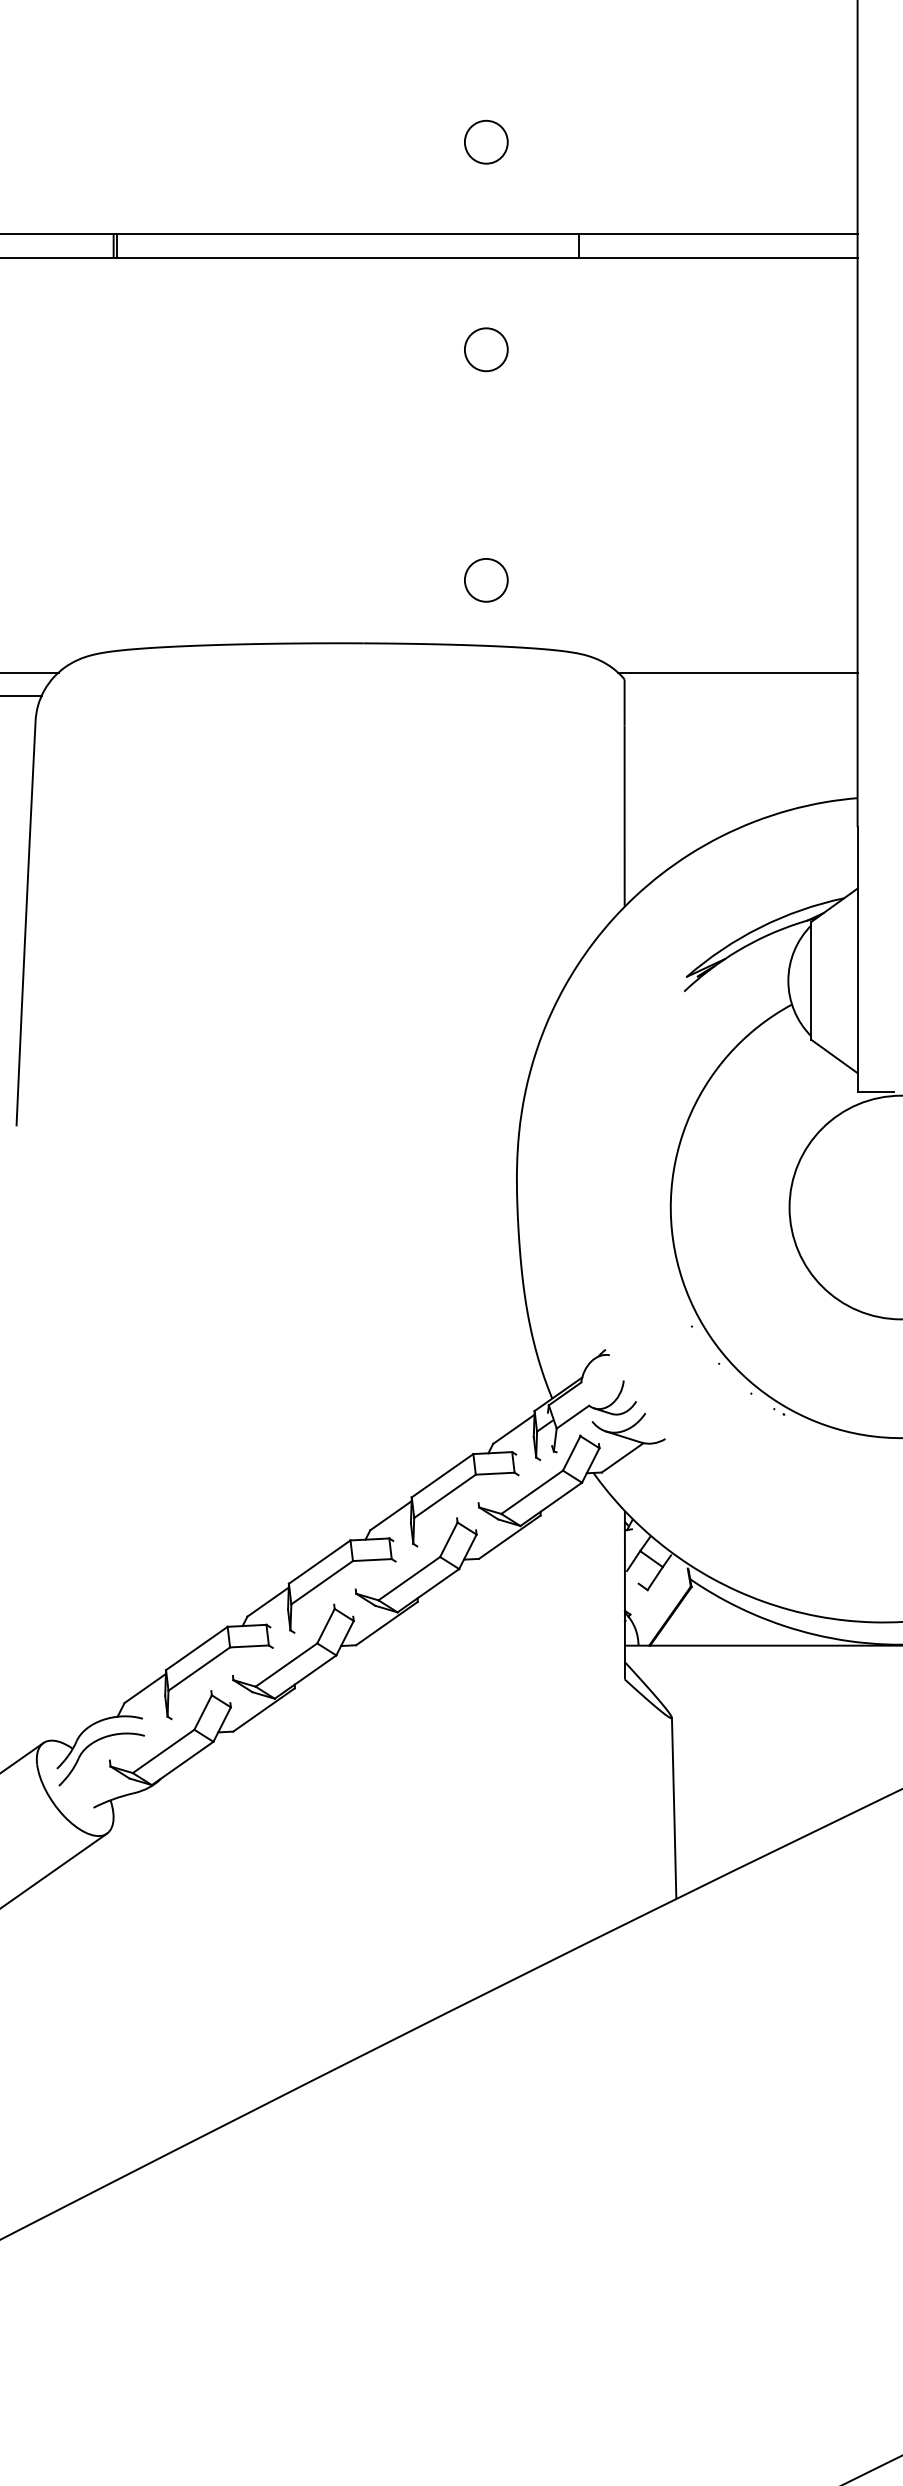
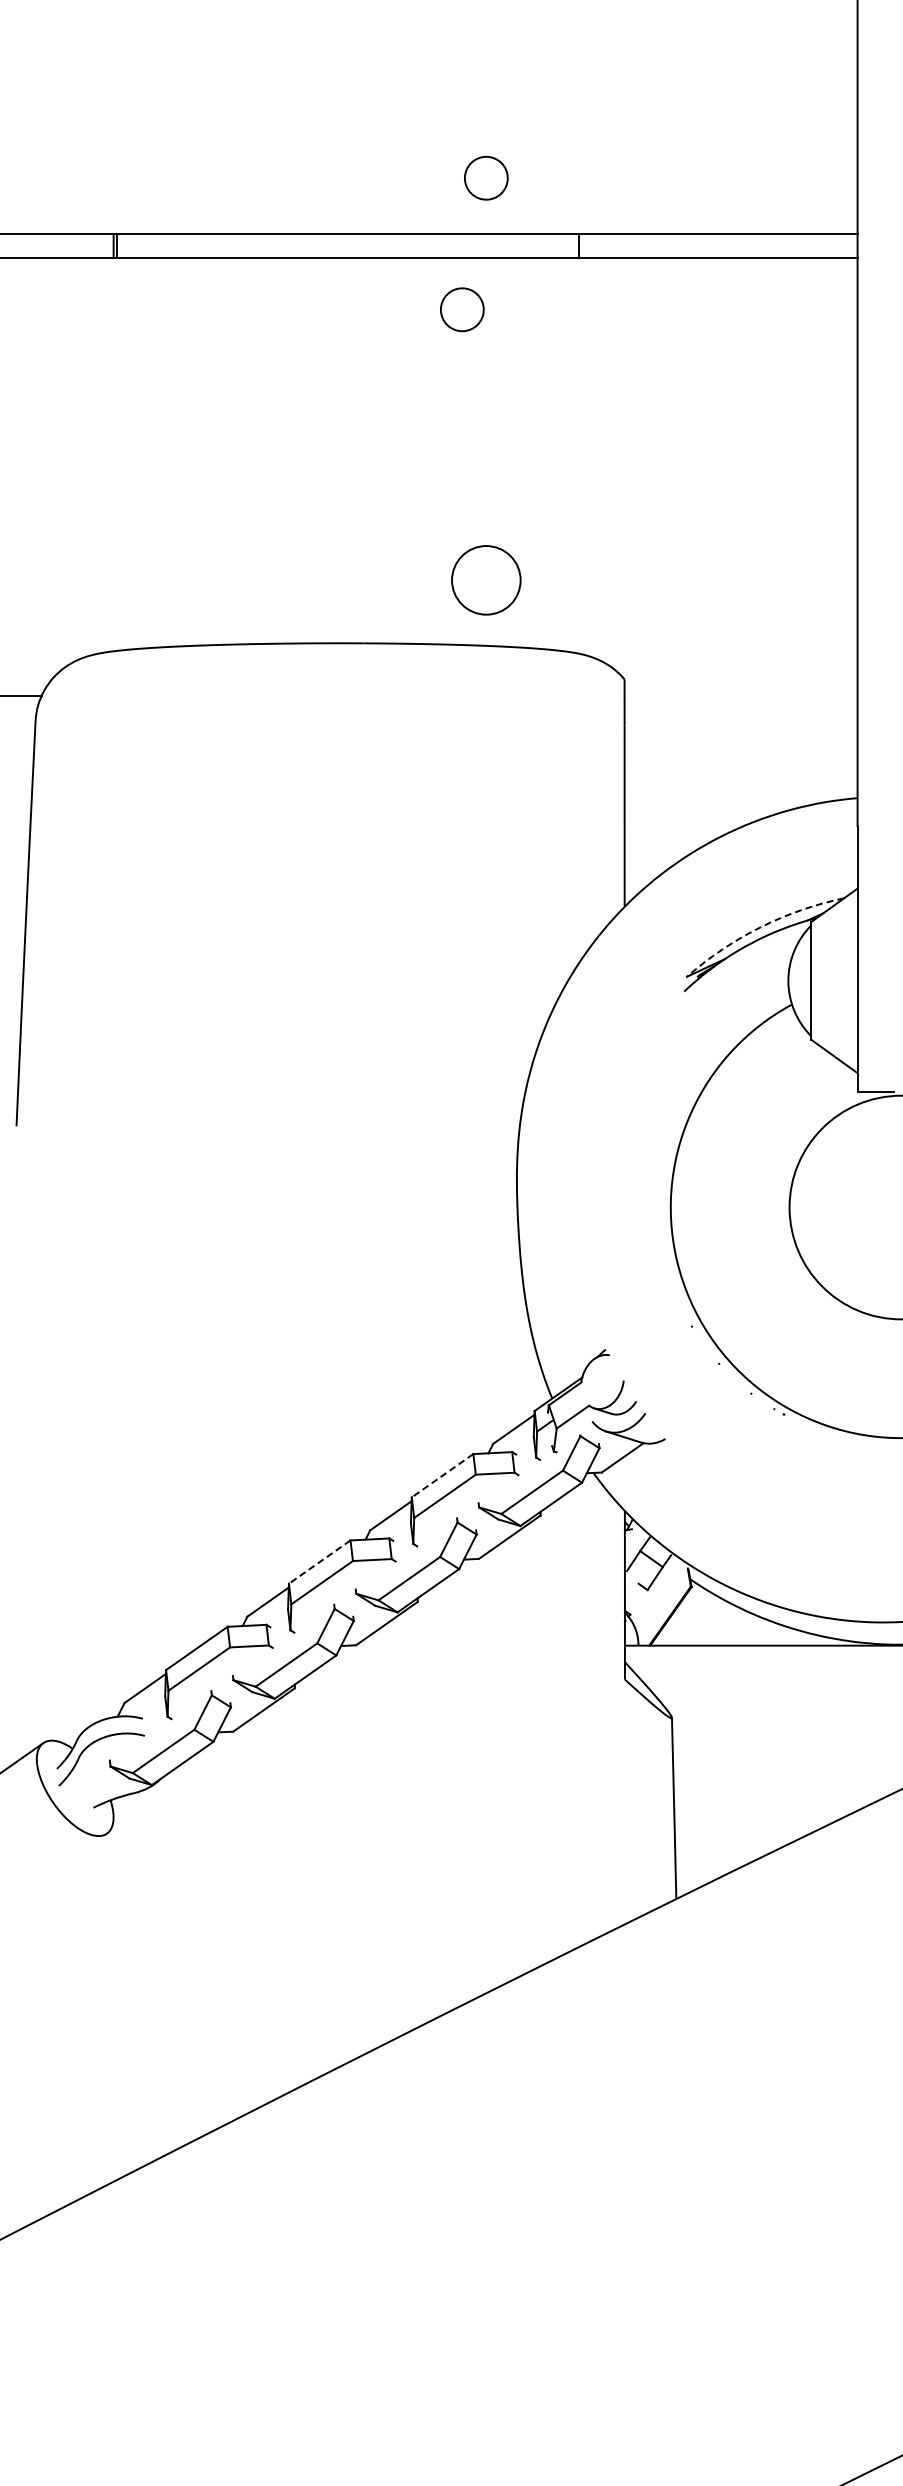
circle at (486, 141) position: (486, 141) -> (486, 177)
circle at (486, 349) position: (486, 349) -> (462, 309)
circle at (485, 579) diameter: 43 px -> 69 px
line at (30, 672): present -> none
line at (737, 672): present -> none
arc at (760, 927): solid -> dashed
line at (442, 1475): solid -> dashed
line at (319, 1562): solid -> dashed
line at (54, 1869): present -> none
